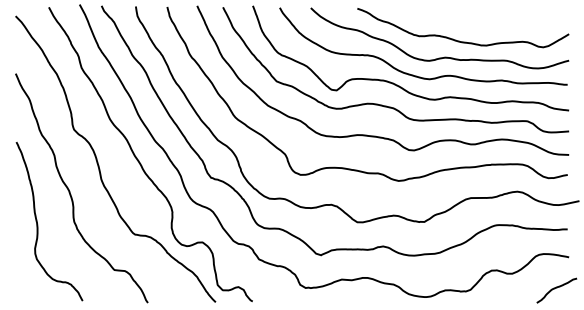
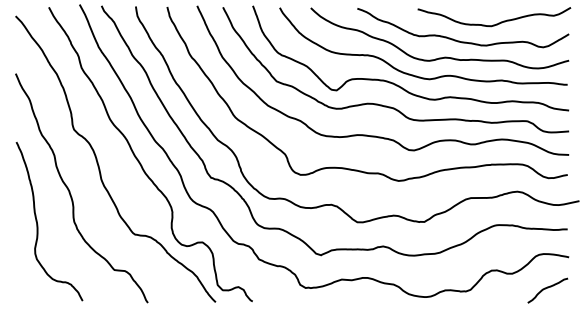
curve at (496, 23): none -> present
curve at (556, 288) position: (556, 288) -> (547, 288)
